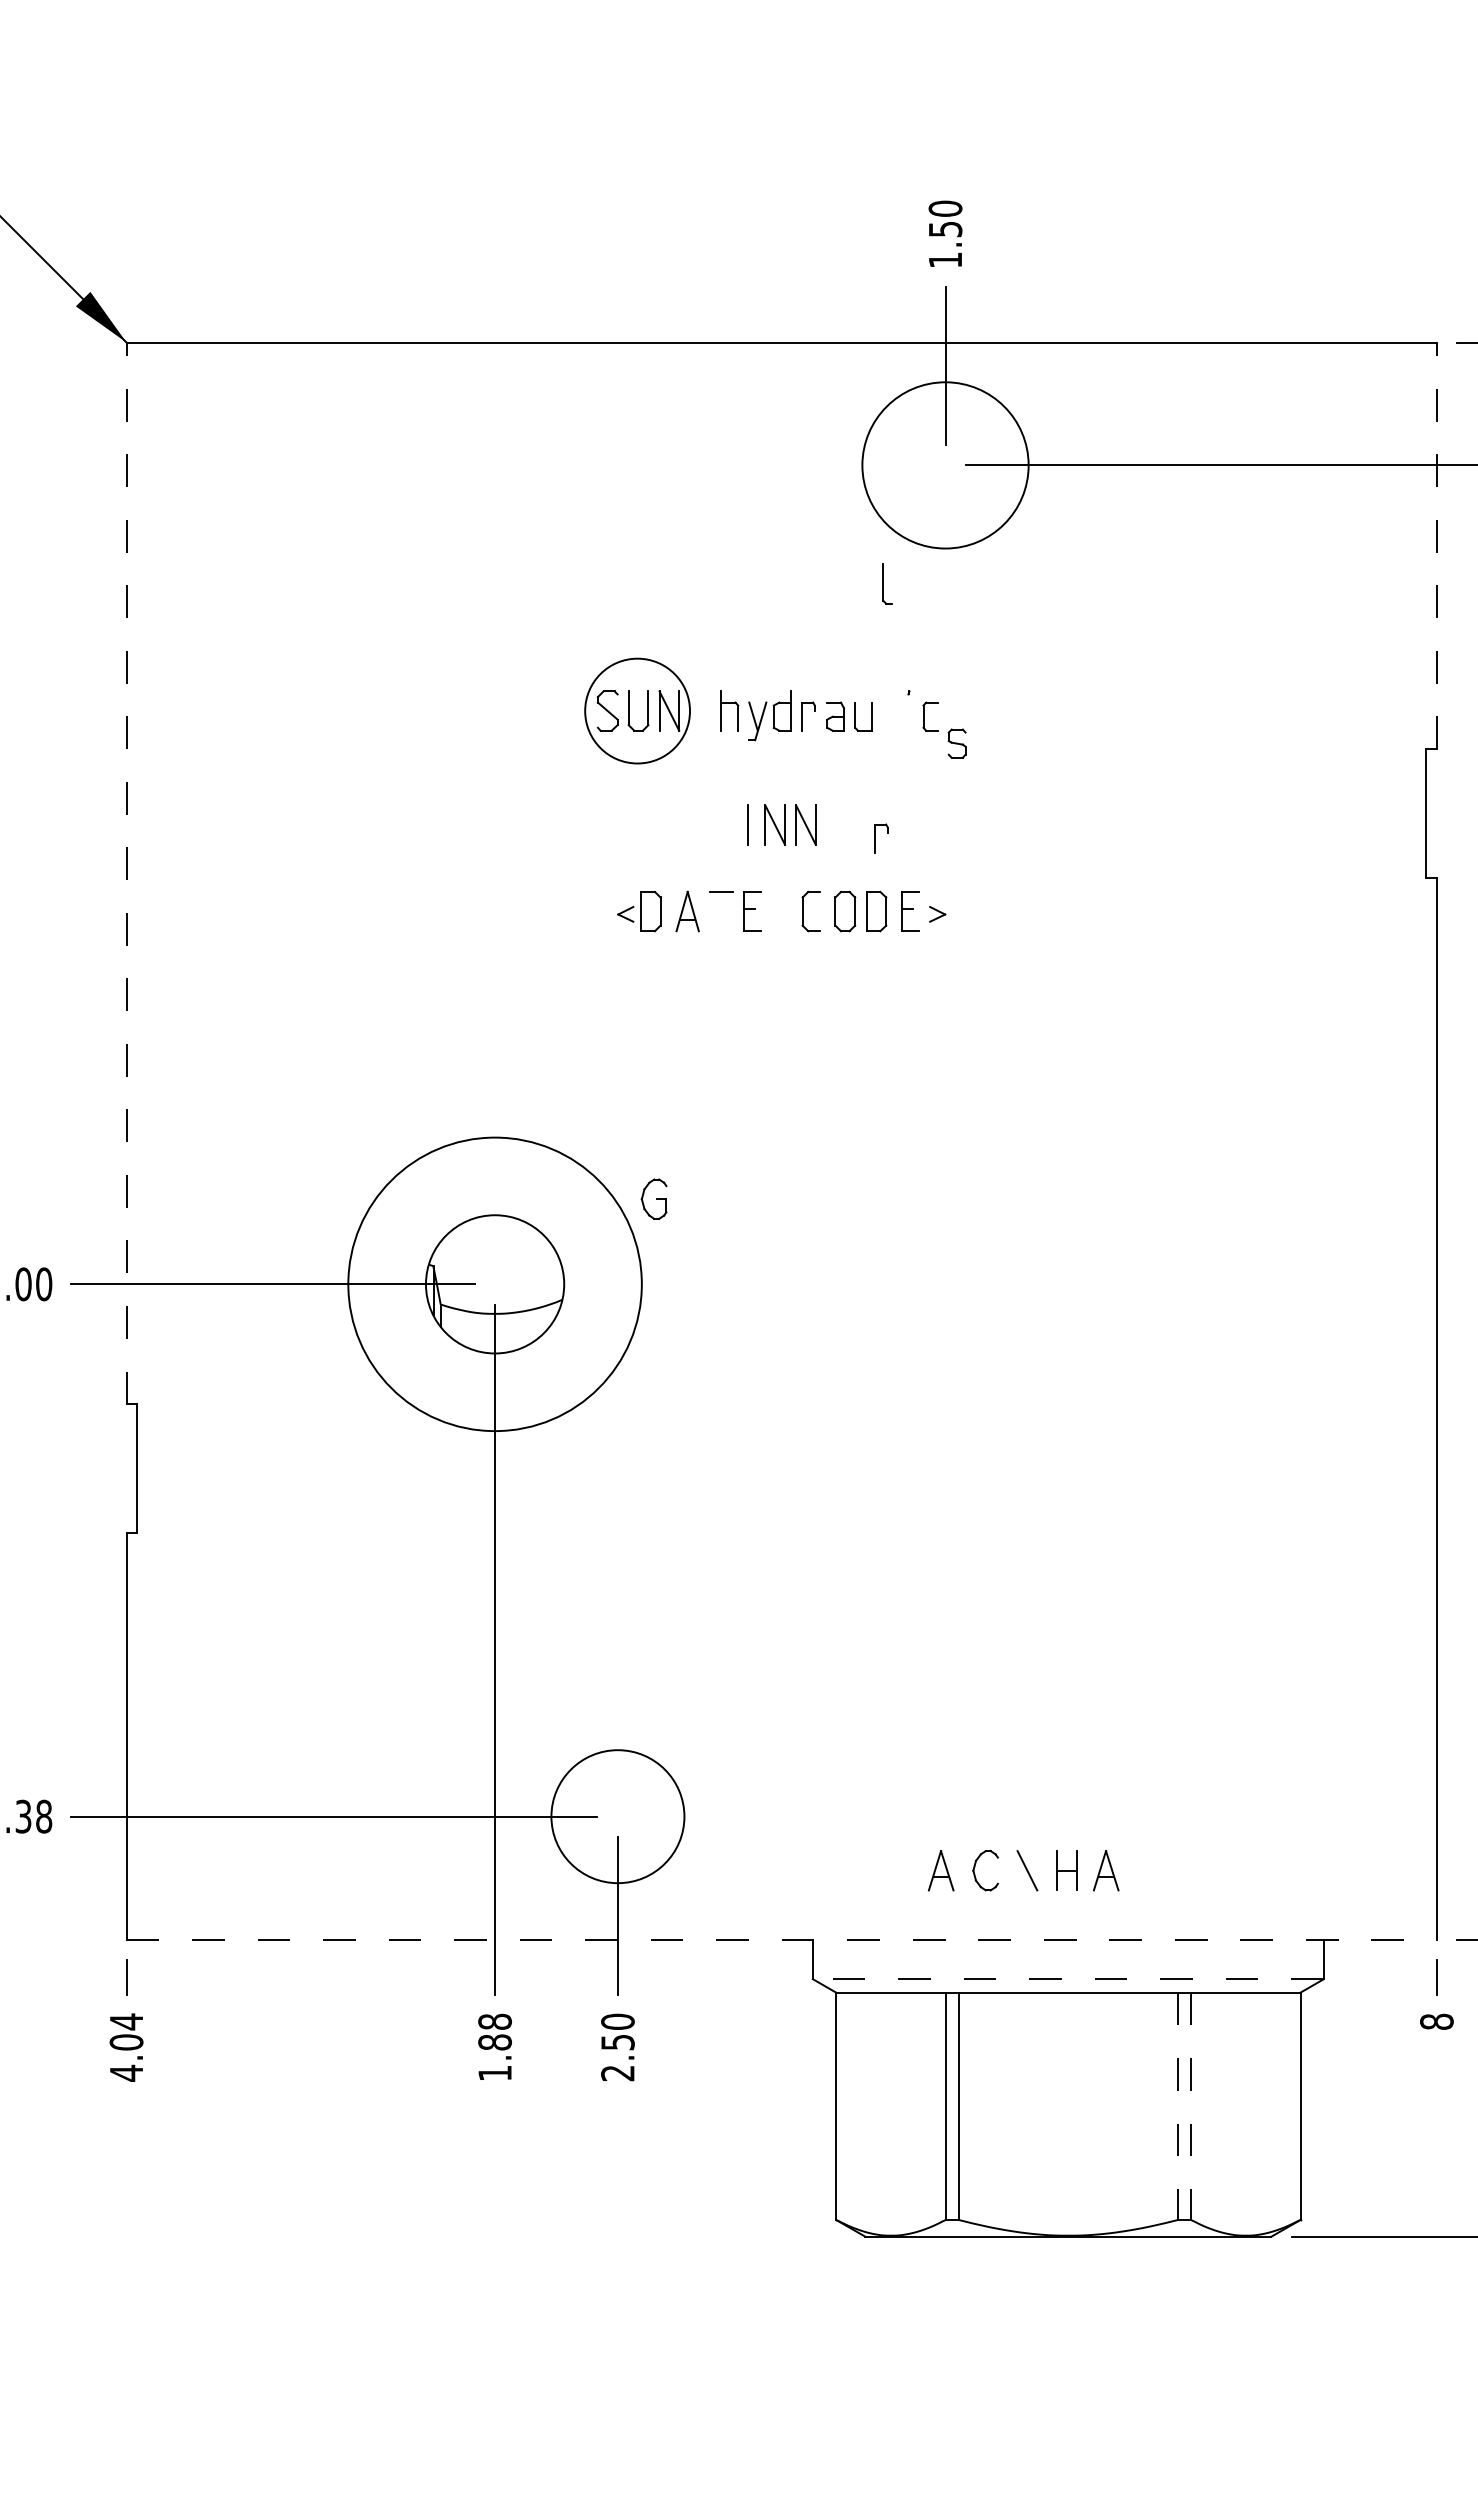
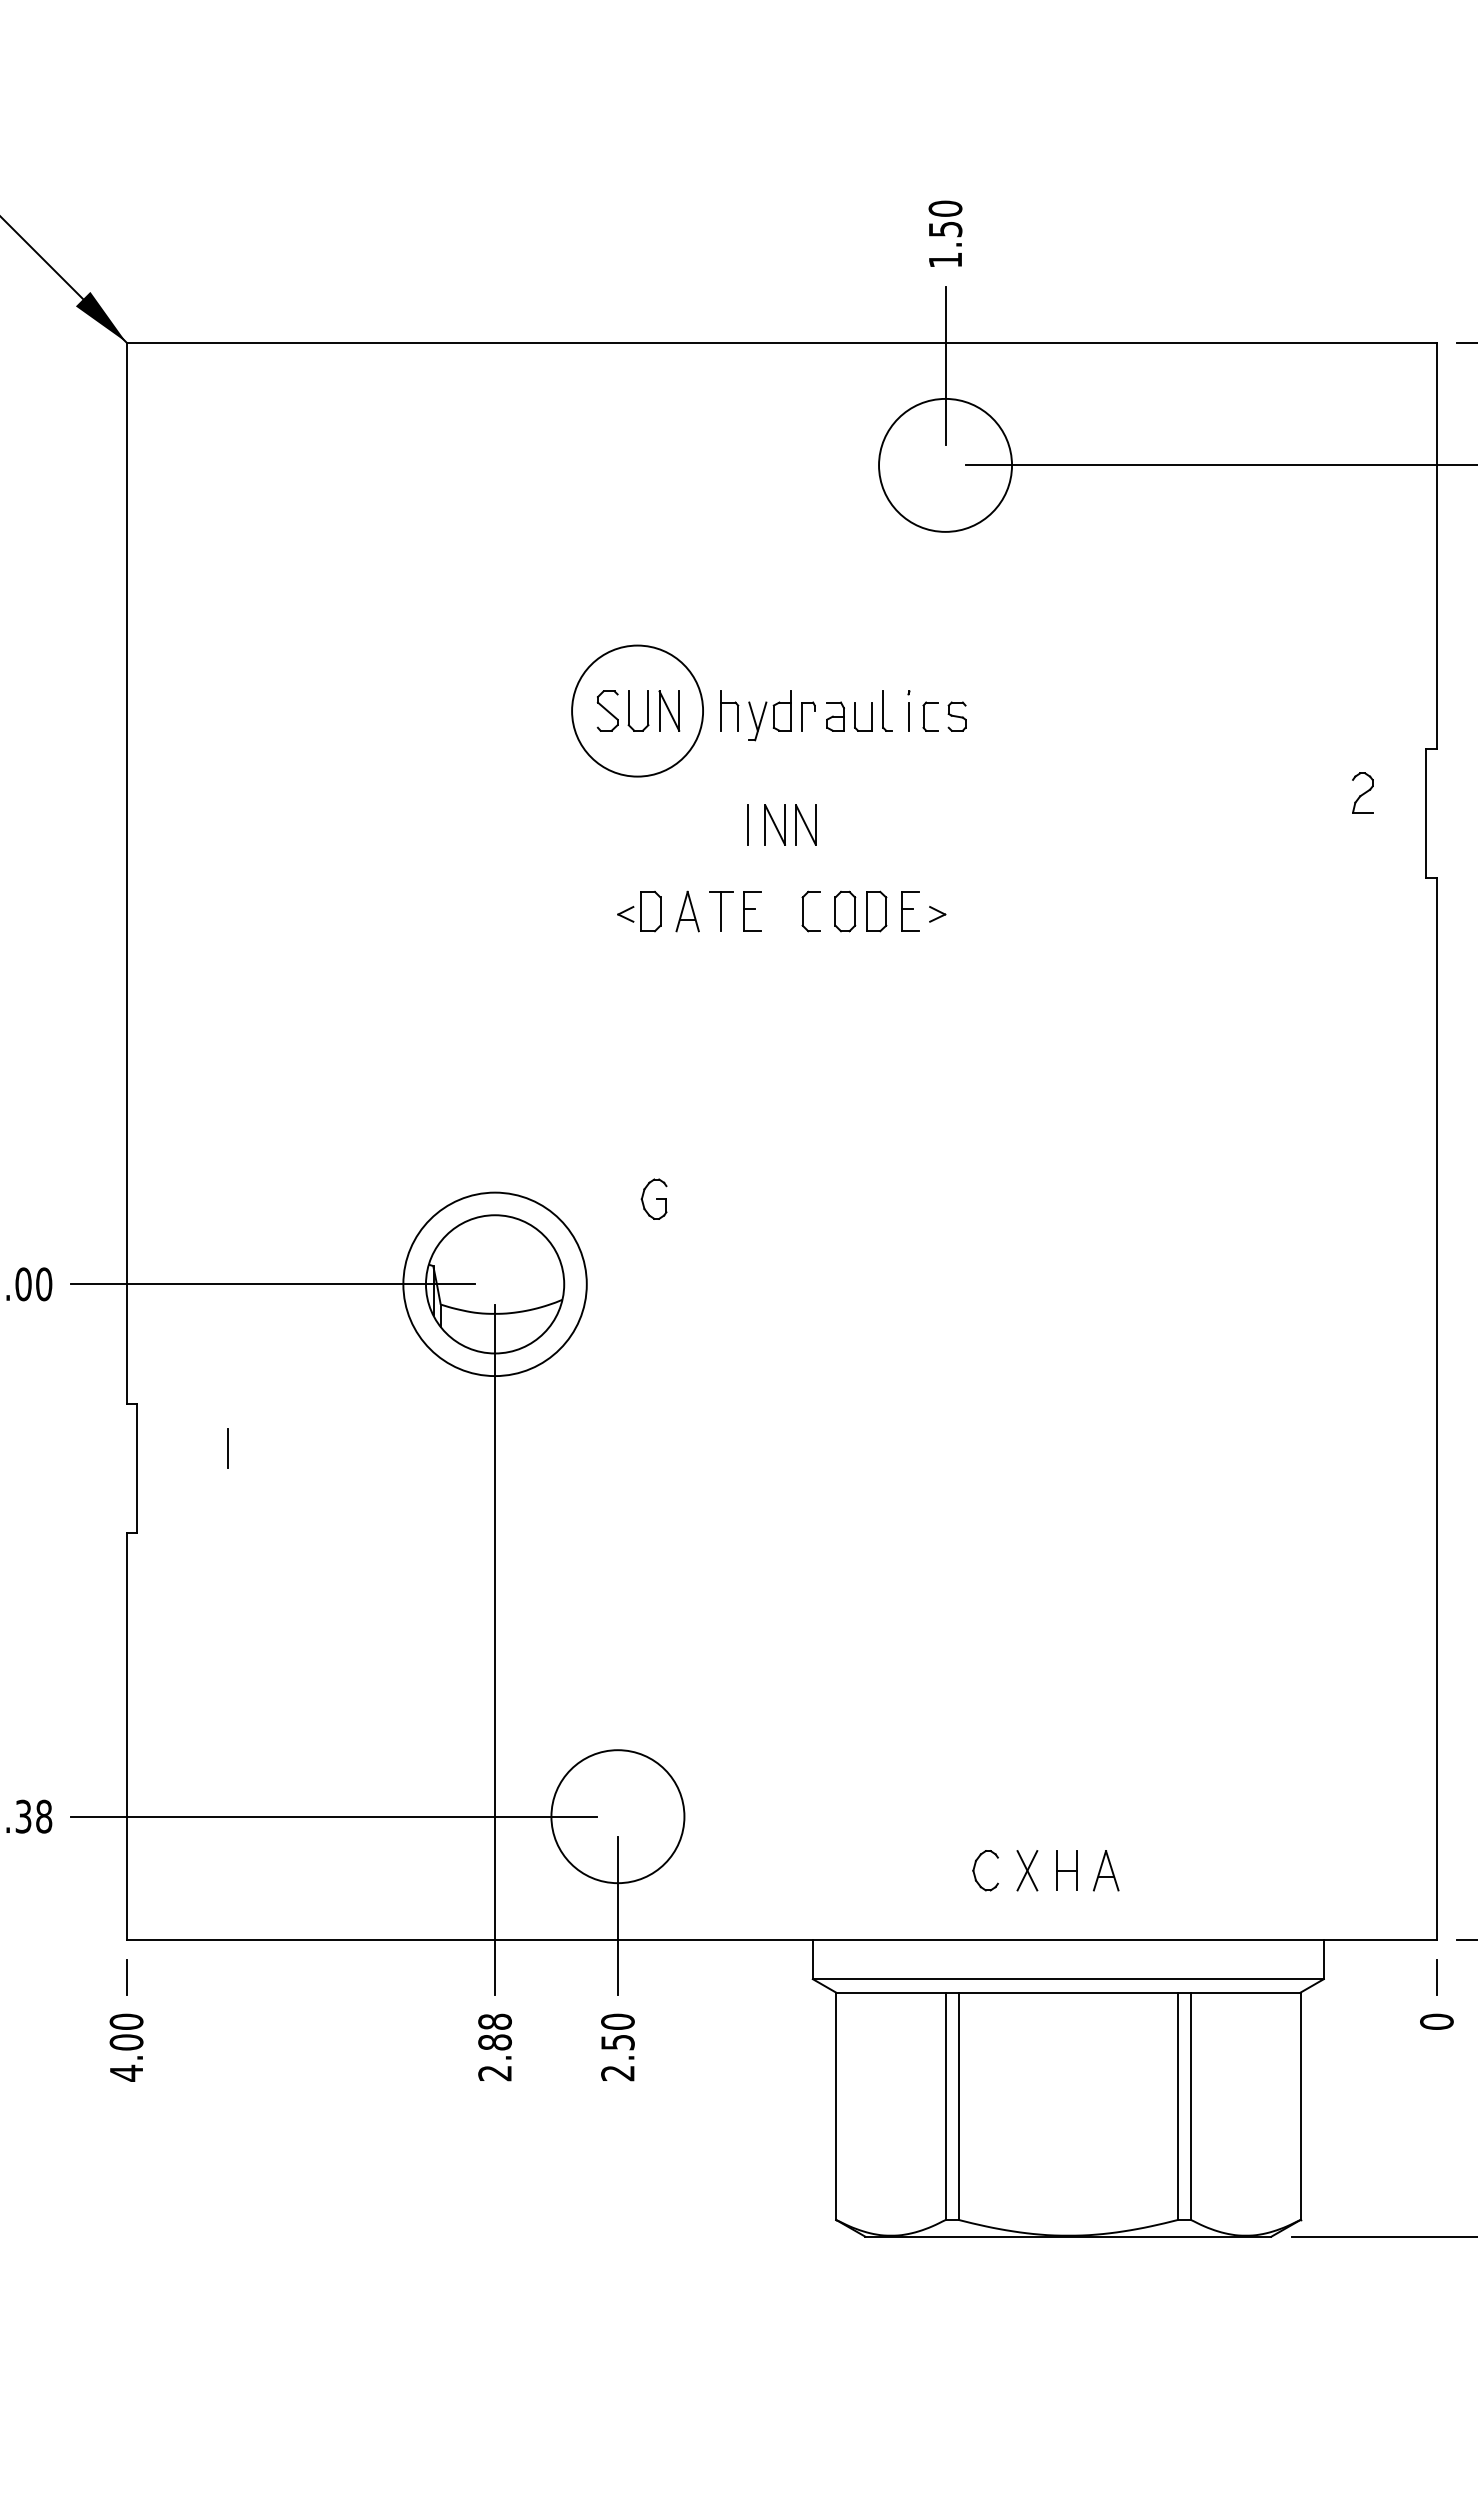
circle at (945, 465) diameter: 166 px -> 133 px
line at (1436, 545): dashed -> solid
part at (887, 583) position: (887, 583) -> (887, 710)
circle at (637, 710) diameter: 105 px -> 131 px
line at (908, 716): none -> present
part at (956, 743) position: (956, 743) -> (956, 716)
part at (1362, 792): none -> present
part at (881, 838): present -> none
line at (126, 873): dashed -> solid
line at (721, 911): none -> present
circle at (494, 1284) diameter: 294 px -> 183 px
line at (228, 1447): none -> present
part at (941, 1870): present -> none
line at (1027, 1870): none -> present
line at (782, 1939): dashed -> solid
line at (1068, 1979): dashed -> solid
text at (126, 2021): 4.04 -> 4.00
text at (1436, 2021): 8 -> 0
text at (494, 2073): 1.88 -> 2.88
line at (1178, 2106): dashed -> solid
line at (1190, 2106): dashed -> solid
